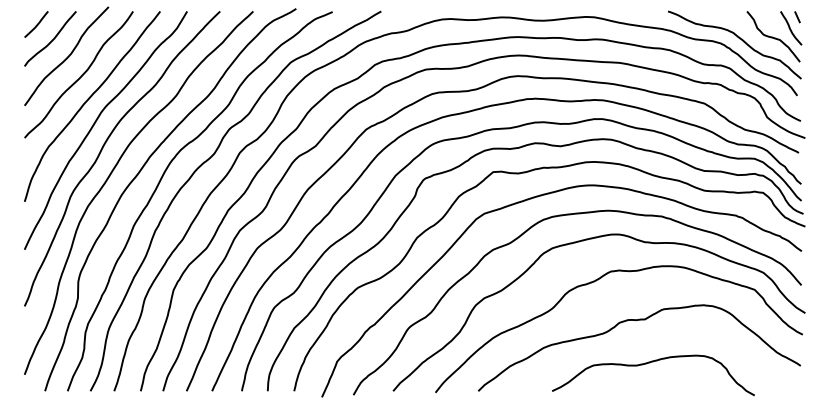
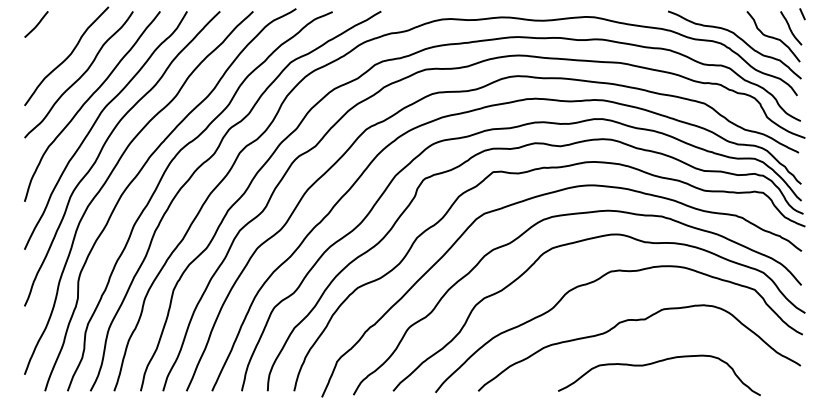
line at (797, 17) position: (797, 17) -> (802, 14)
curve at (52, 39): present -> none
curve at (650, 363) position: (650, 363) -> (656, 363)
